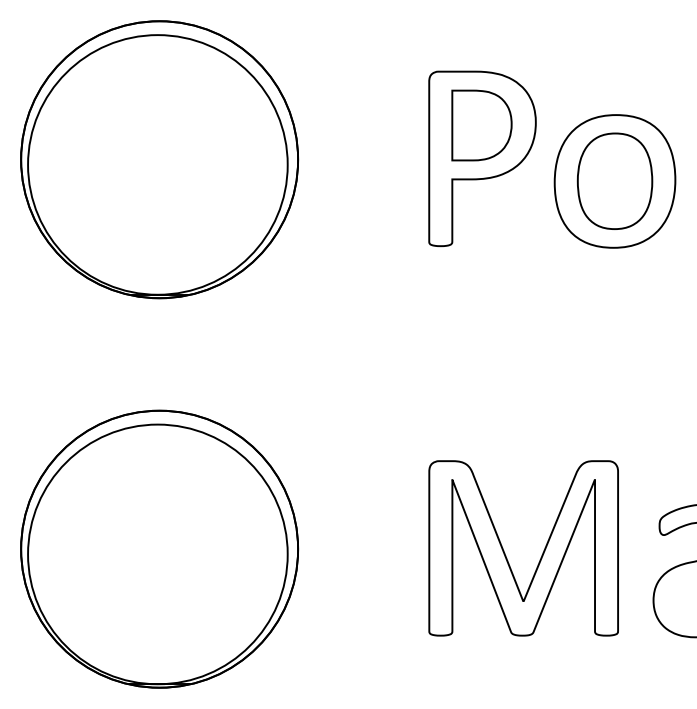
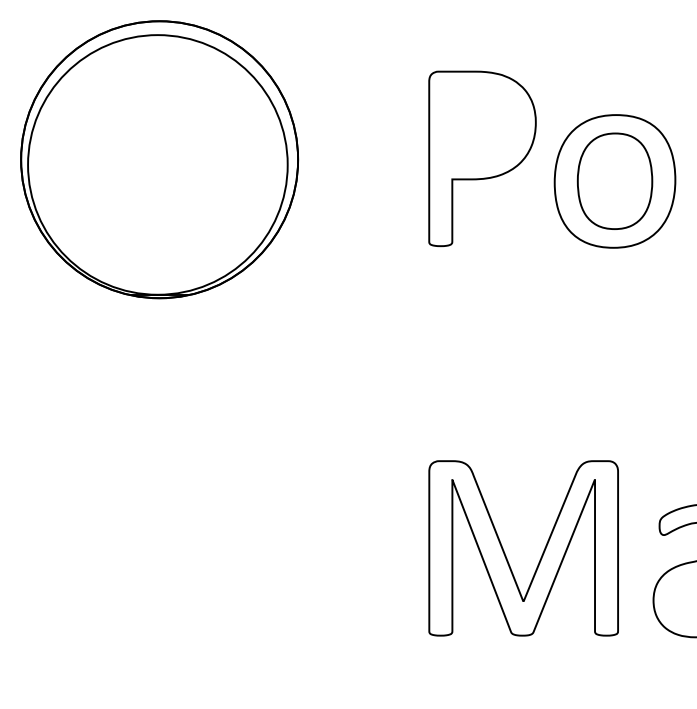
part at (481, 125): present -> none
part at (159, 548): present -> none
